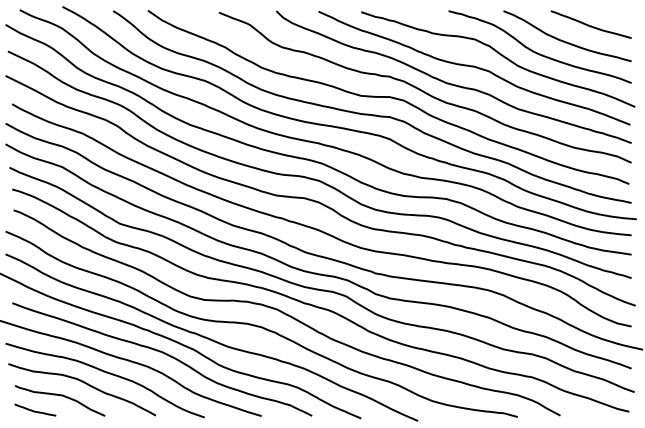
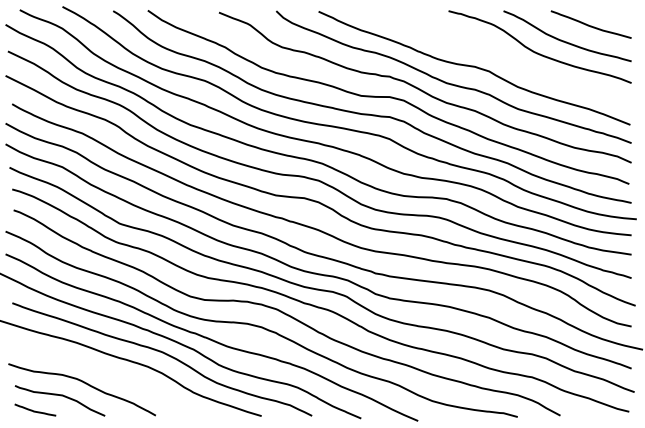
curve at (501, 56): present -> none
curve at (106, 373): present -> none
